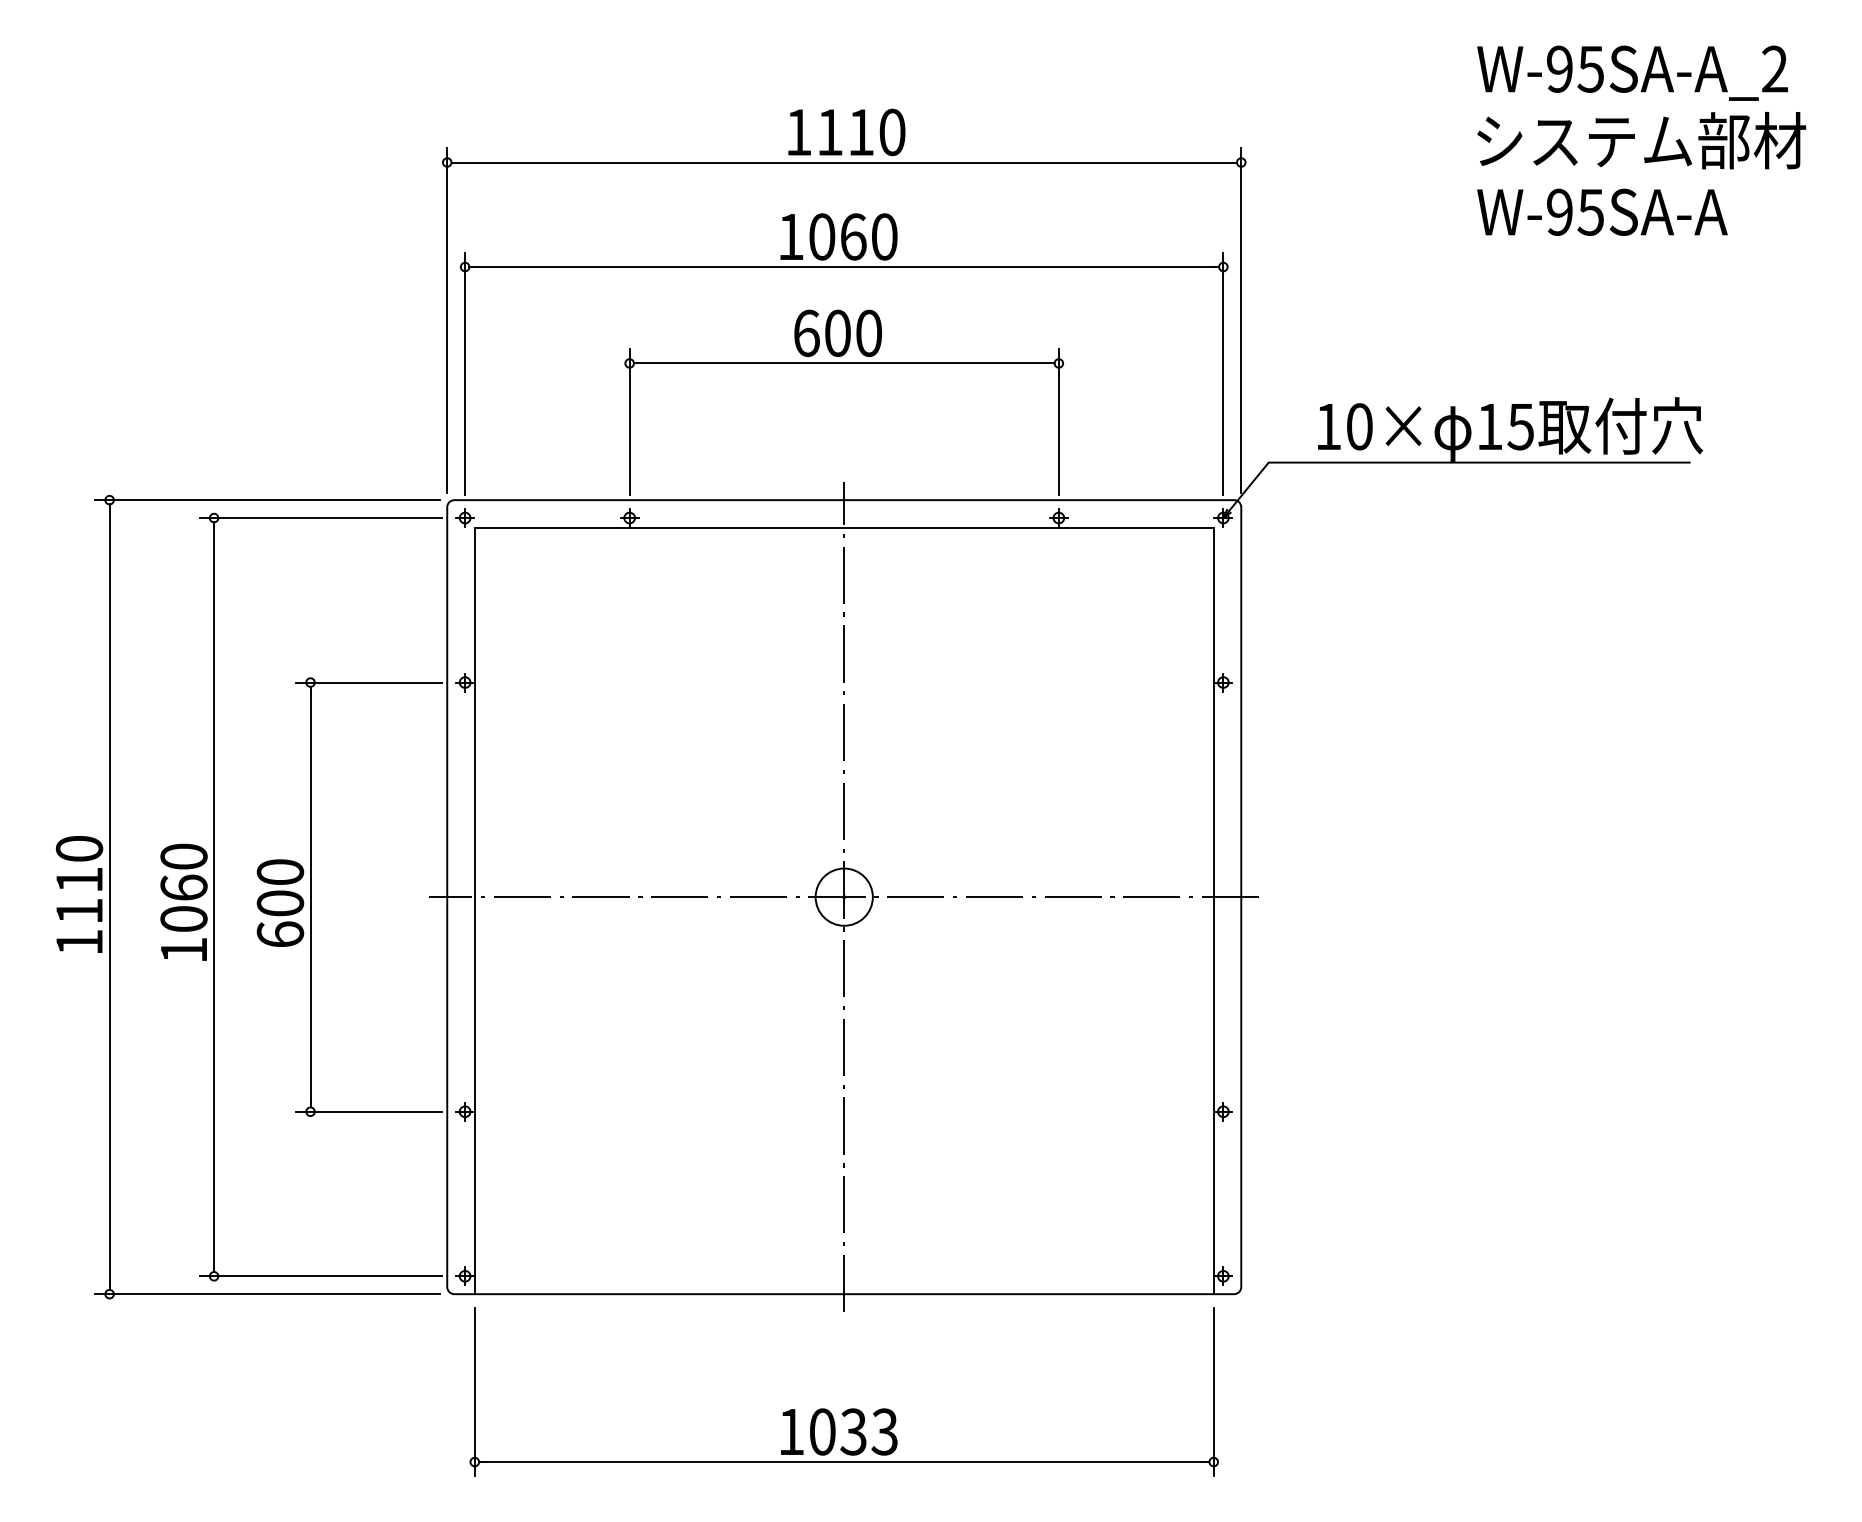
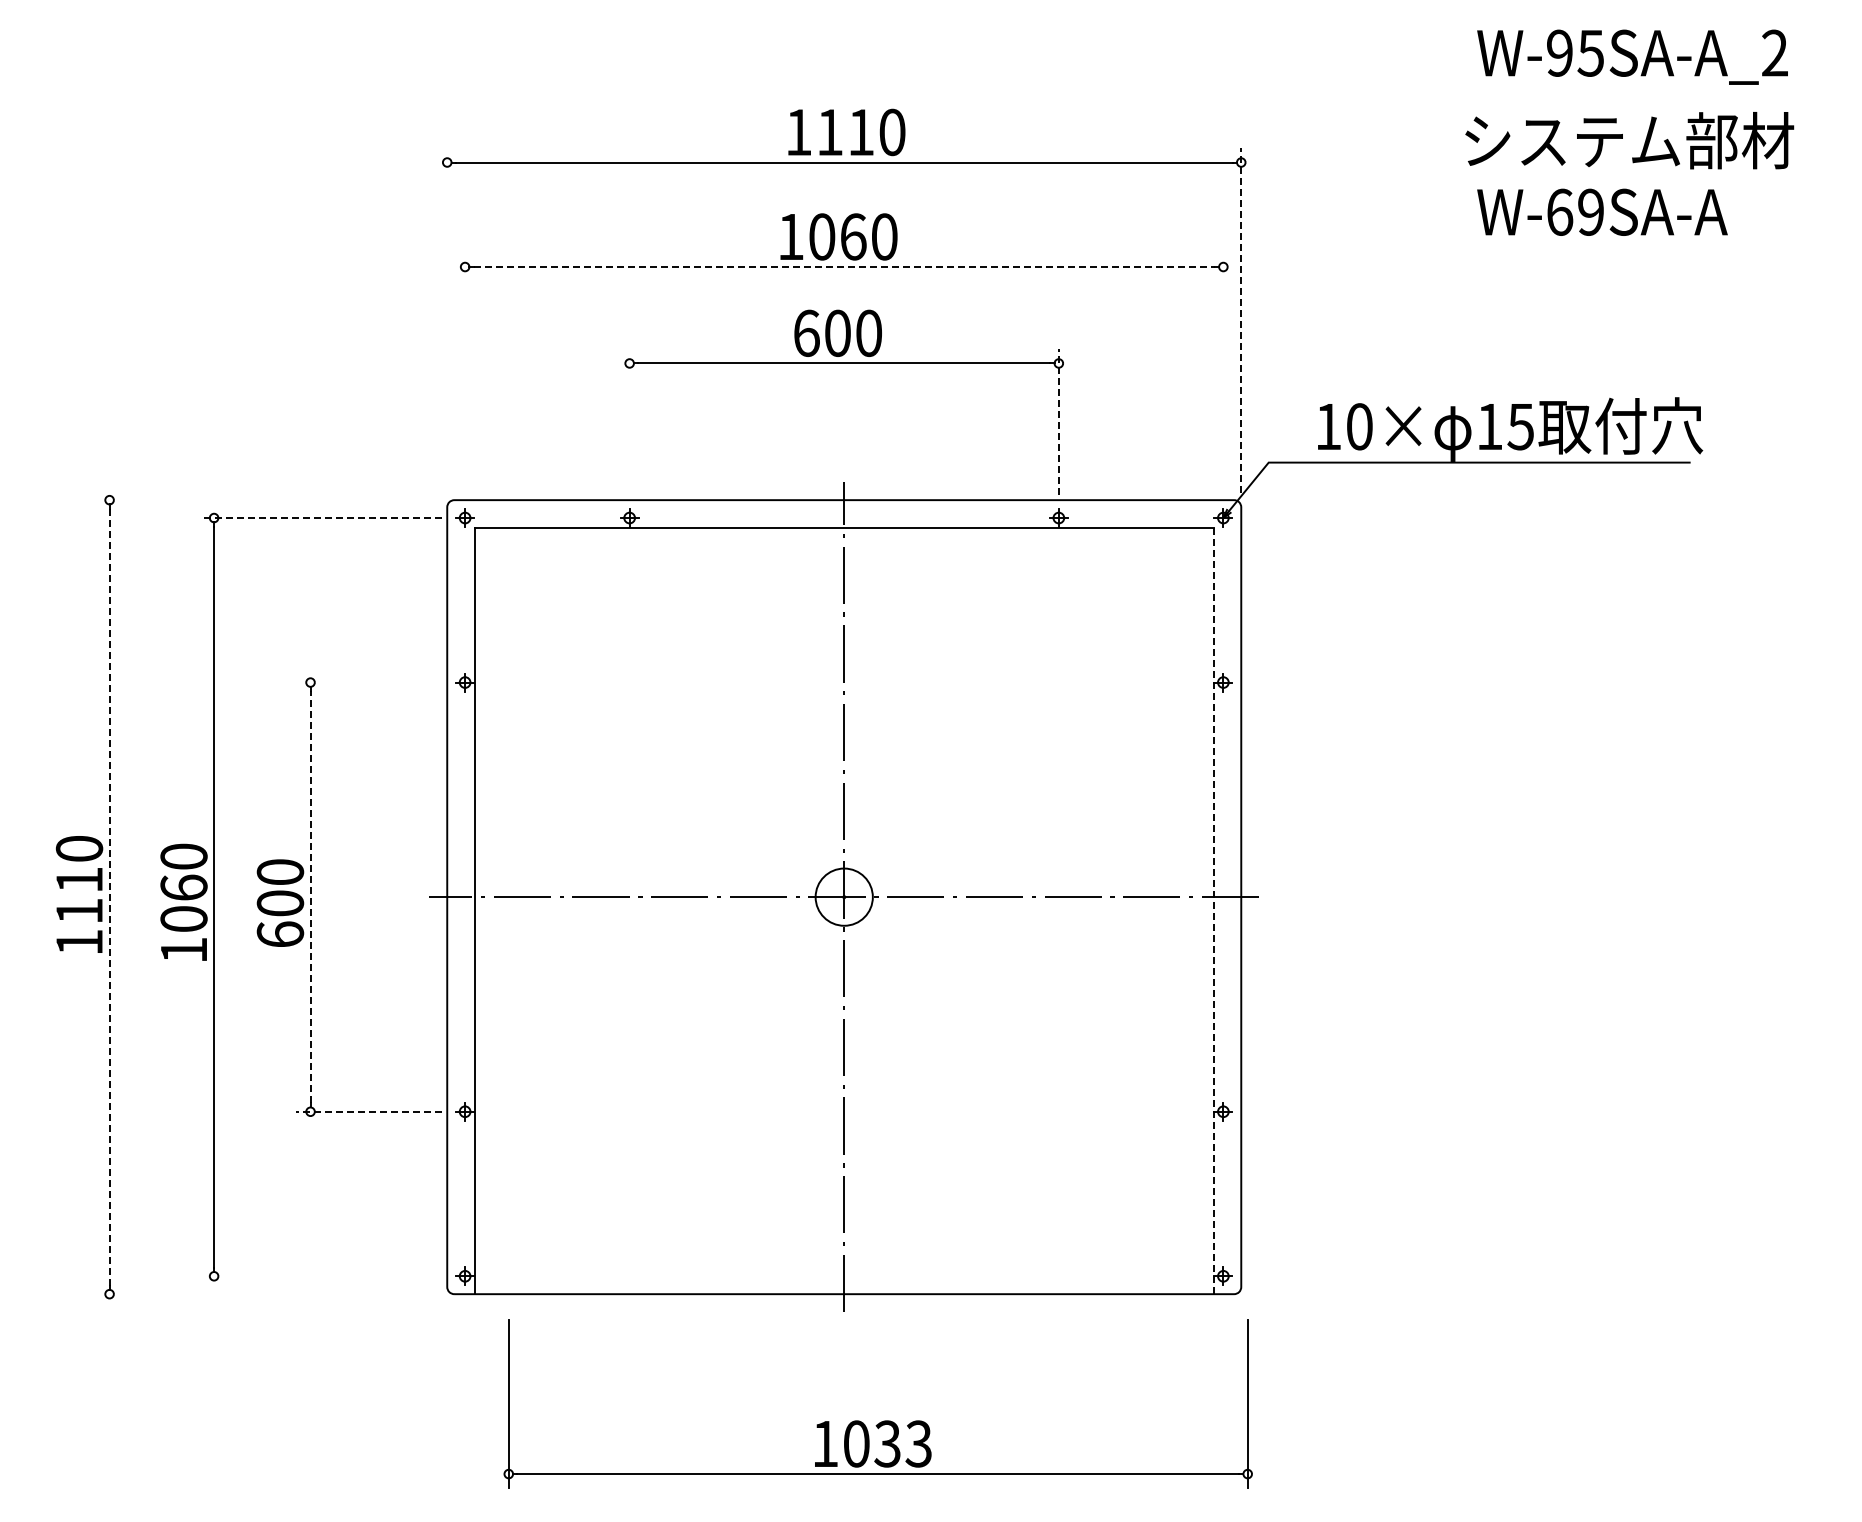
text at (1632, 72) position: (1632, 72) -> (1632, 56)
text at (1641, 140) position: (1641, 140) -> (1629, 140)
text at (1575, 211): W-95SA-A -> W-69SA-A
line at (844, 267): solid -> dashed
line at (447, 320): present -> none
line at (1241, 320): solid -> dashed
line at (465, 373): present -> none
line at (1223, 373): present -> none
line at (629, 421): present -> none
line at (1058, 421): solid -> dashed
line at (267, 500): present -> none
line at (320, 518): solid -> dashed
line at (368, 682): present -> none
line at (109, 896): solid -> dashed
line at (310, 896): solid -> dashed
line at (1213, 910): solid -> dashed
line at (369, 1111): solid -> dashed
line at (320, 1276): present -> none
line at (267, 1294): present -> none
part at (849, 1408) position: (849, 1408) -> (883, 1420)
